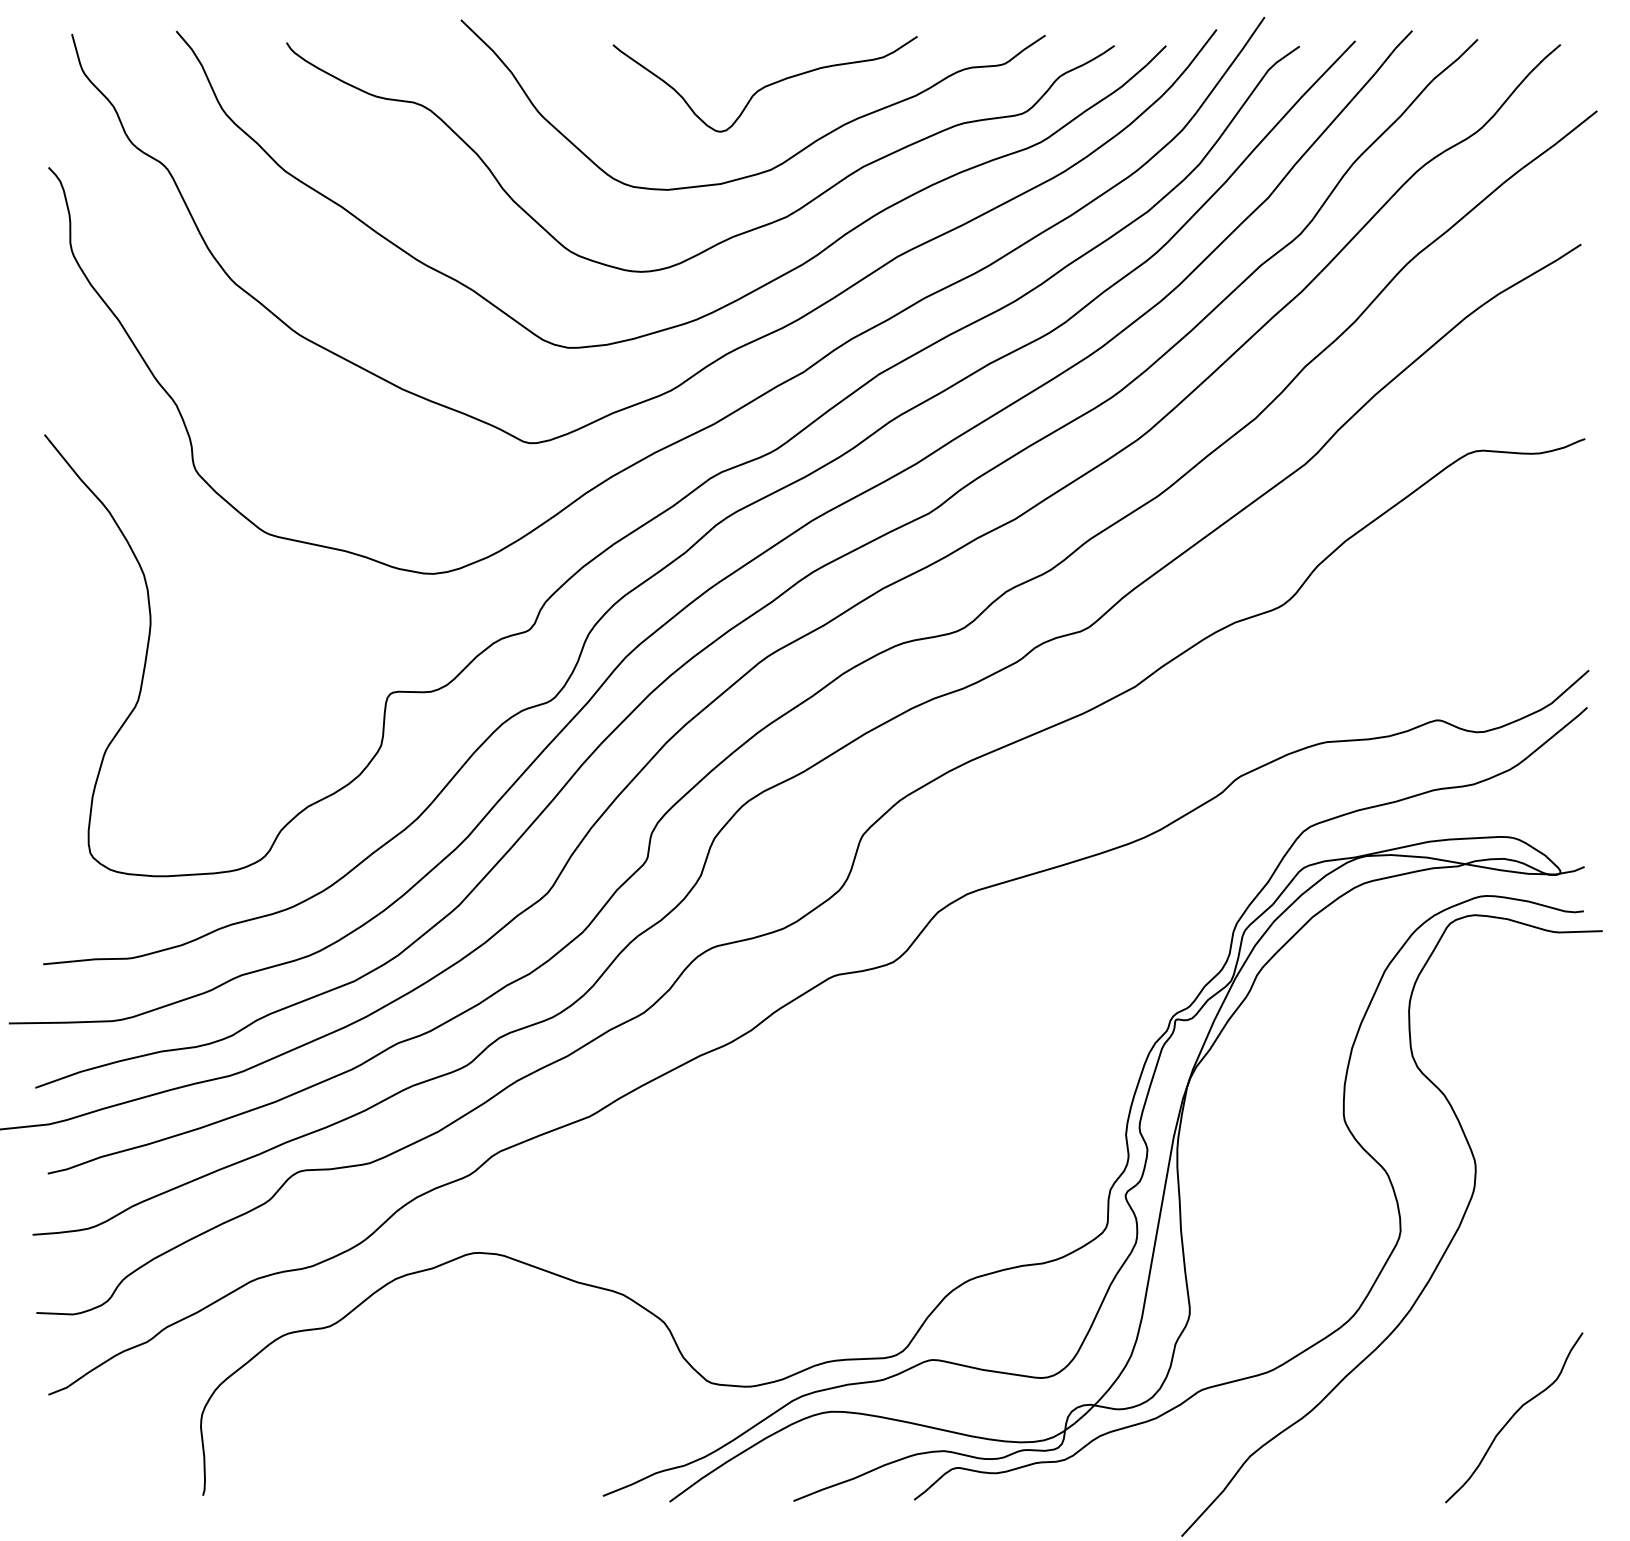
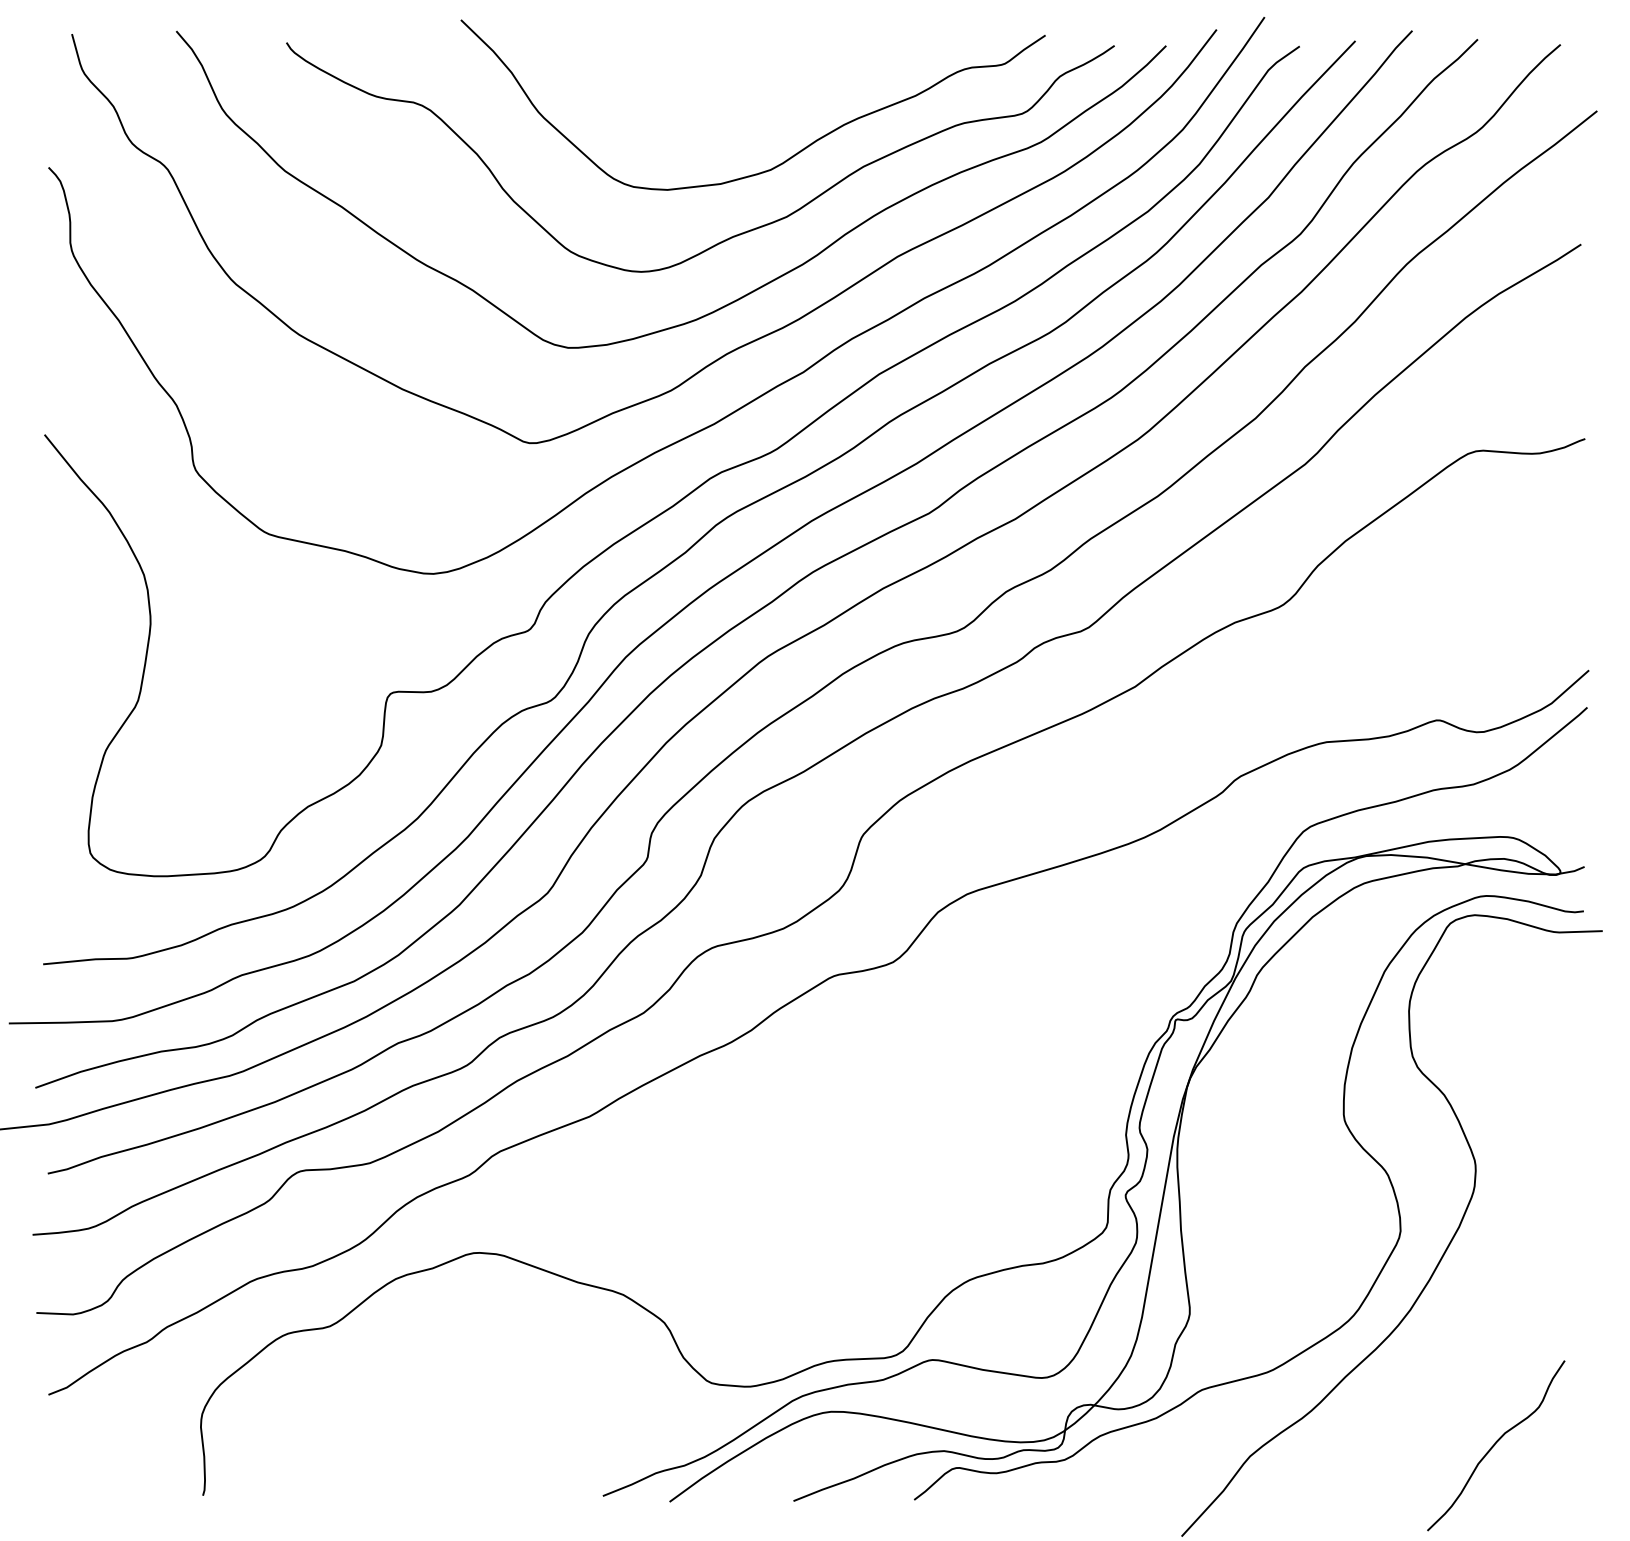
curve at (765, 85): present -> none
curve at (1513, 1416) position: (1513, 1416) -> (1495, 1444)
